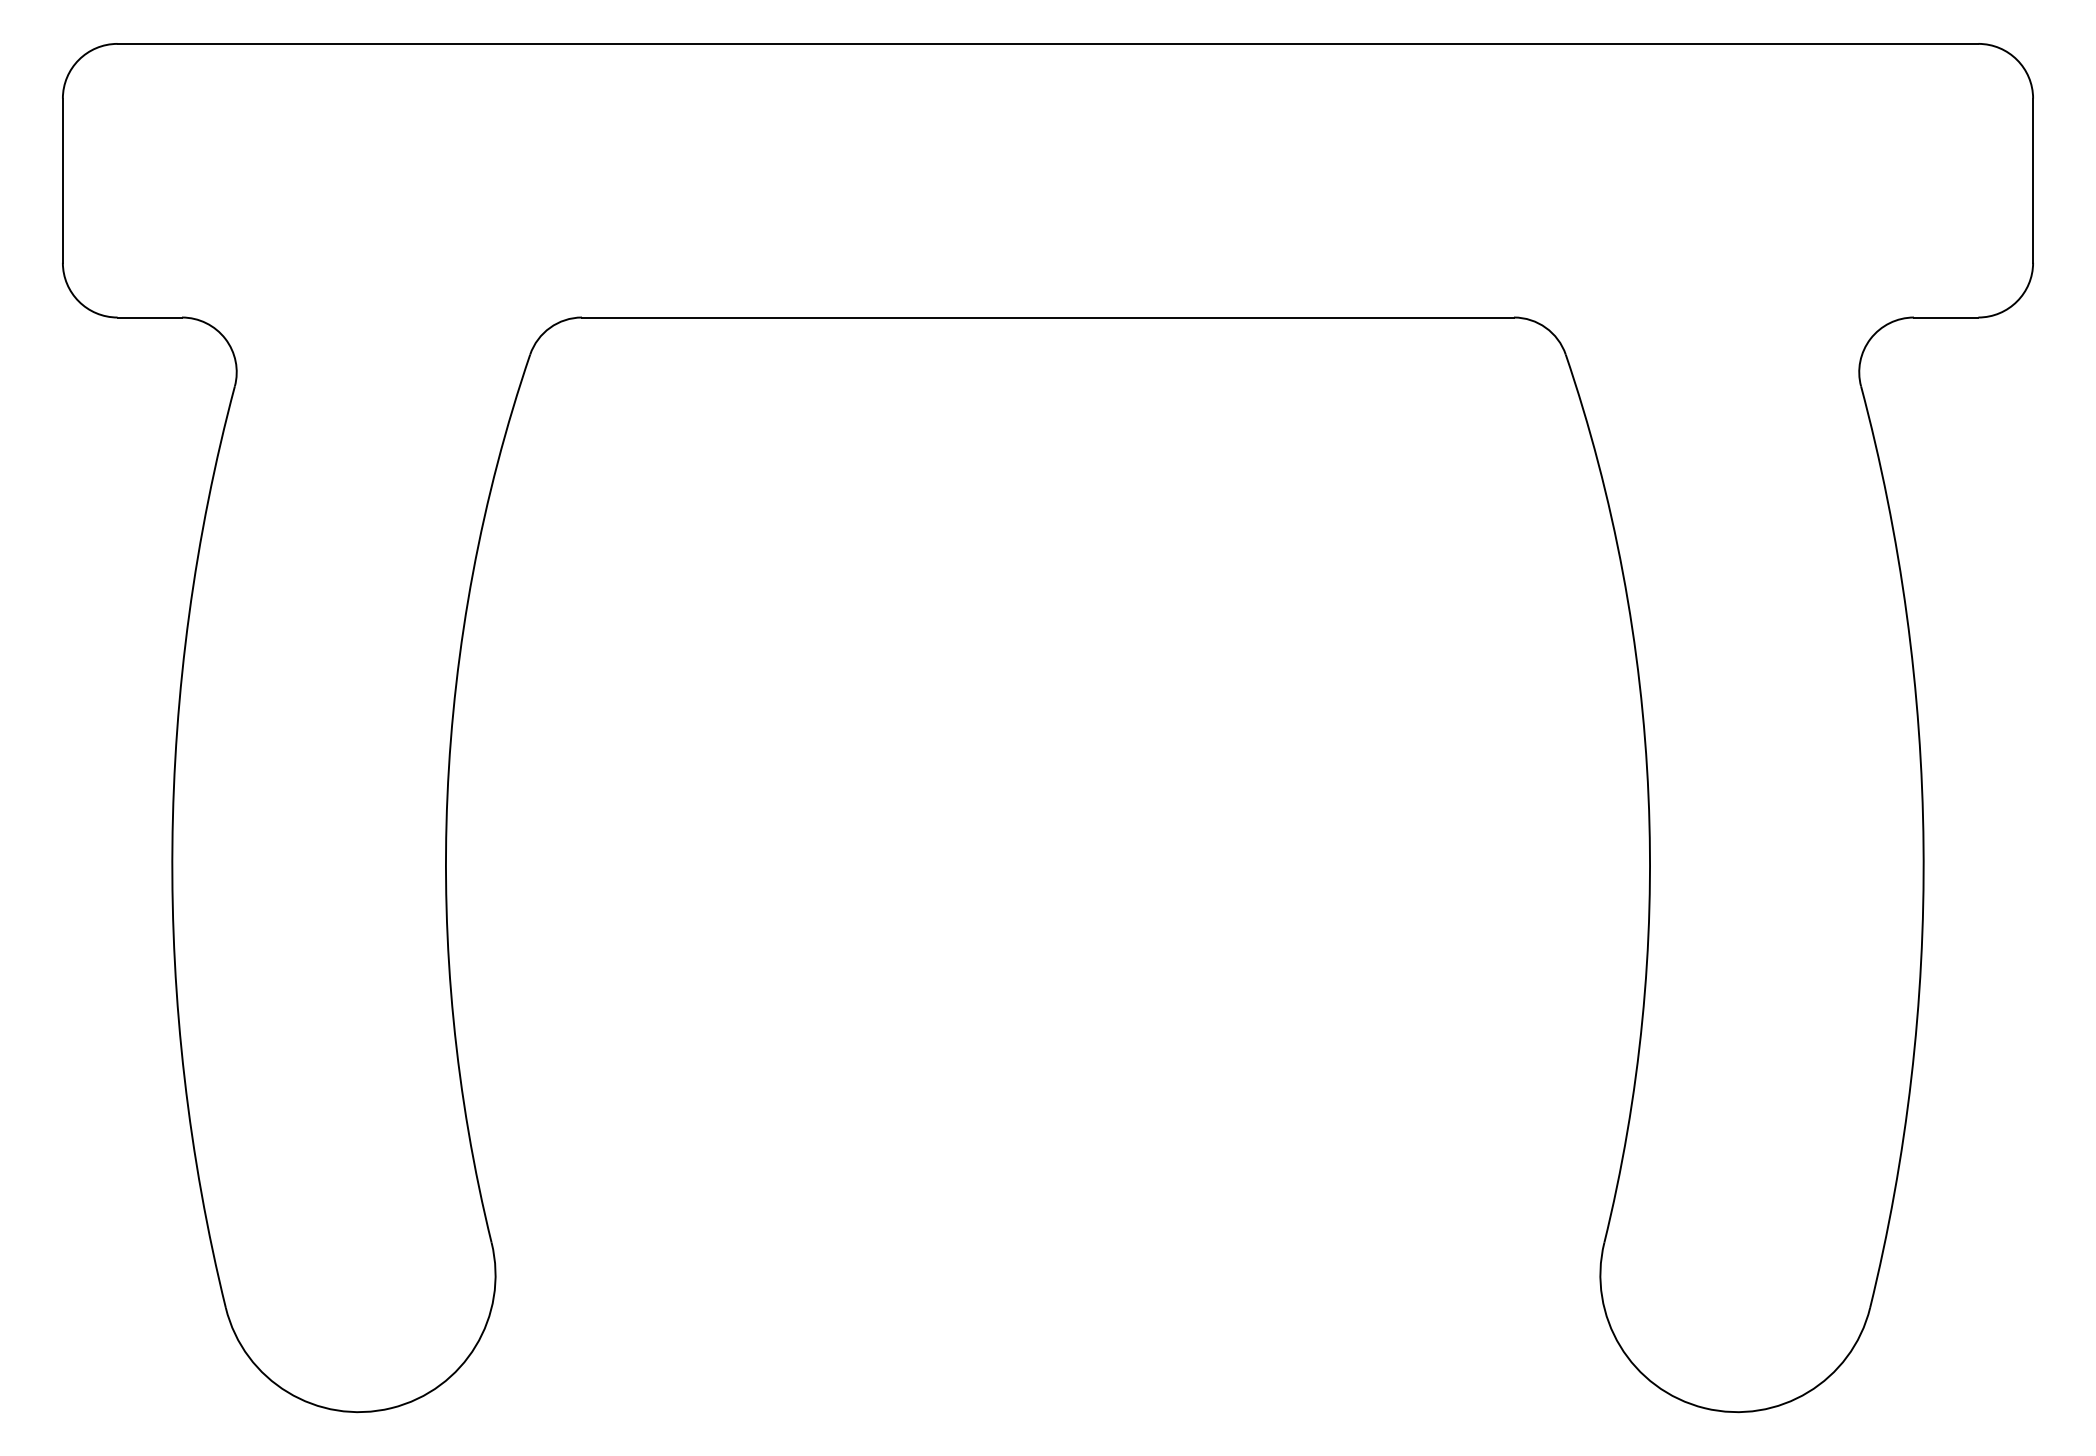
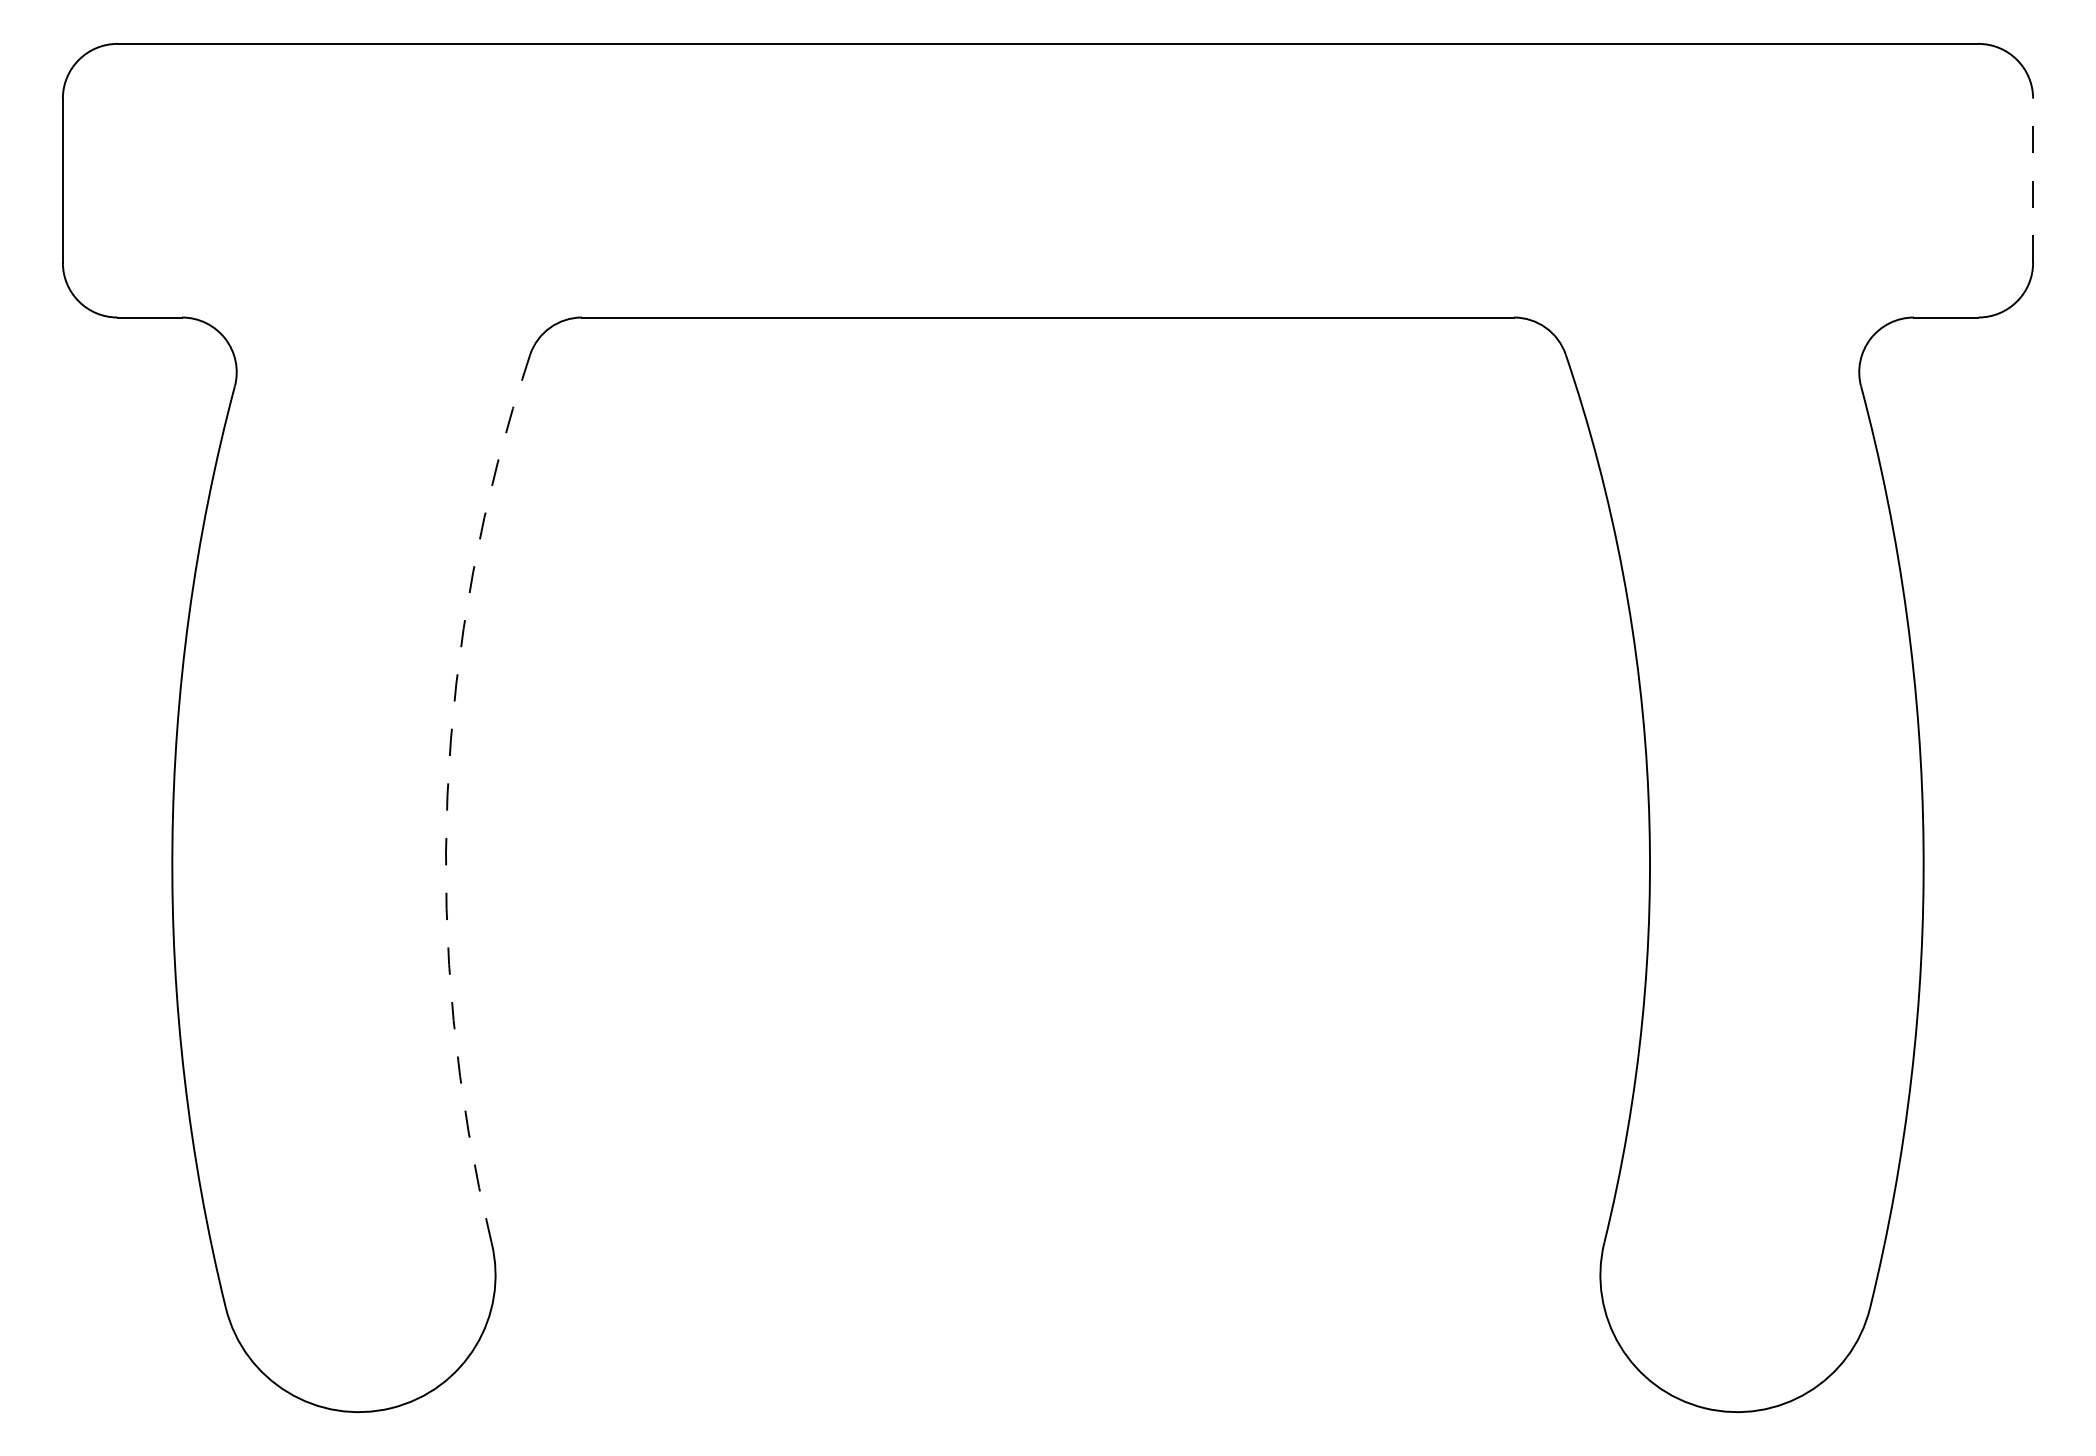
line at (2033, 180): solid -> dashed
arc at (447, 795): solid -> dashed
